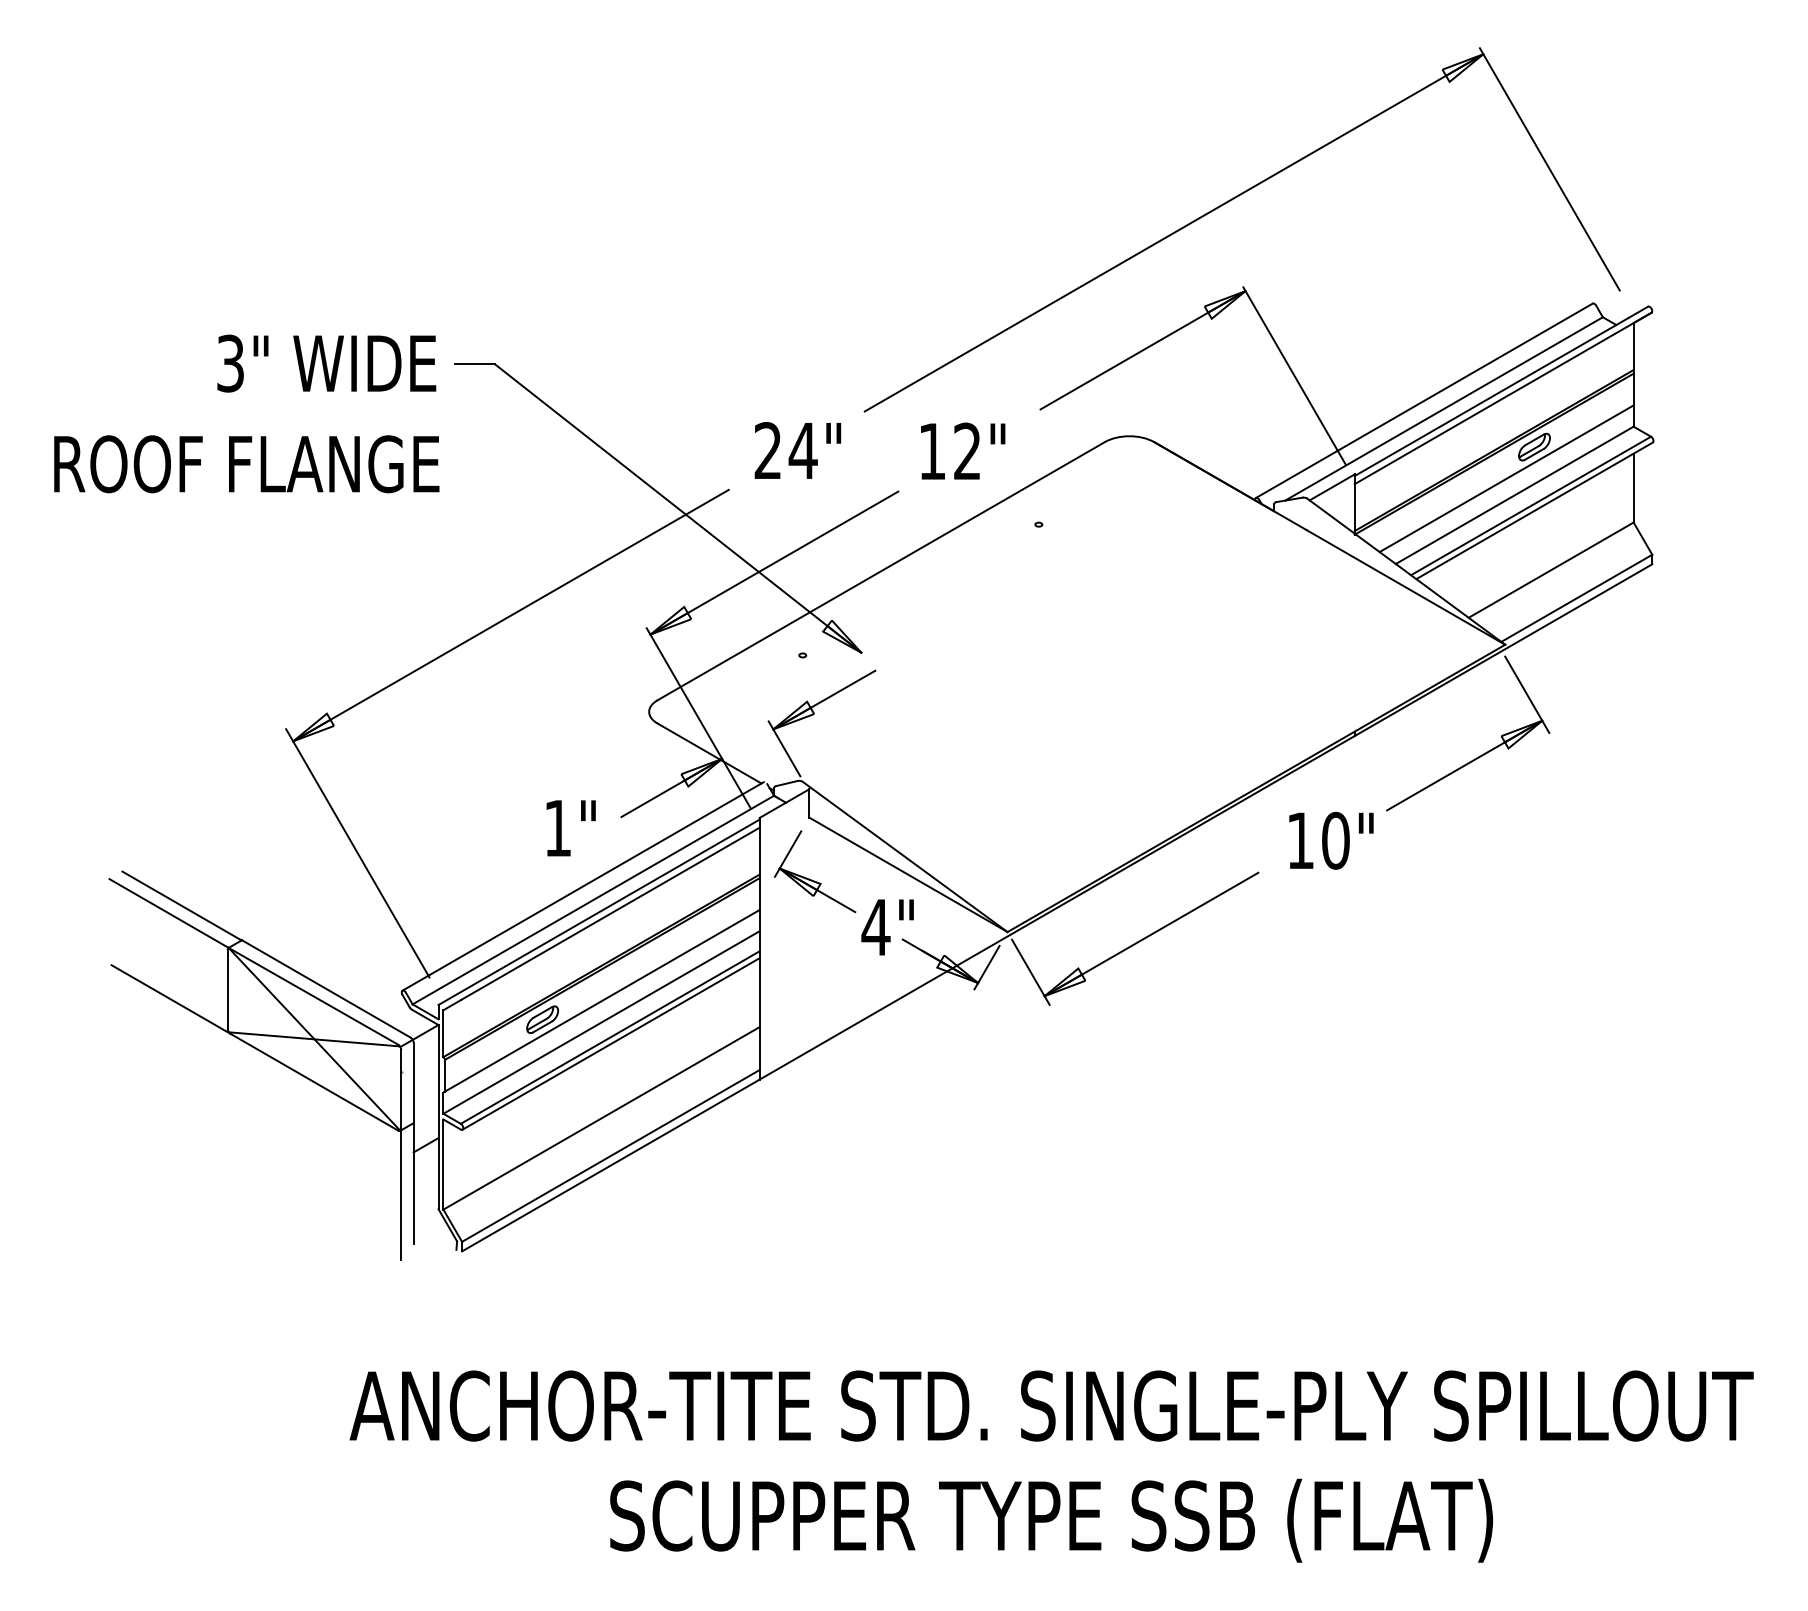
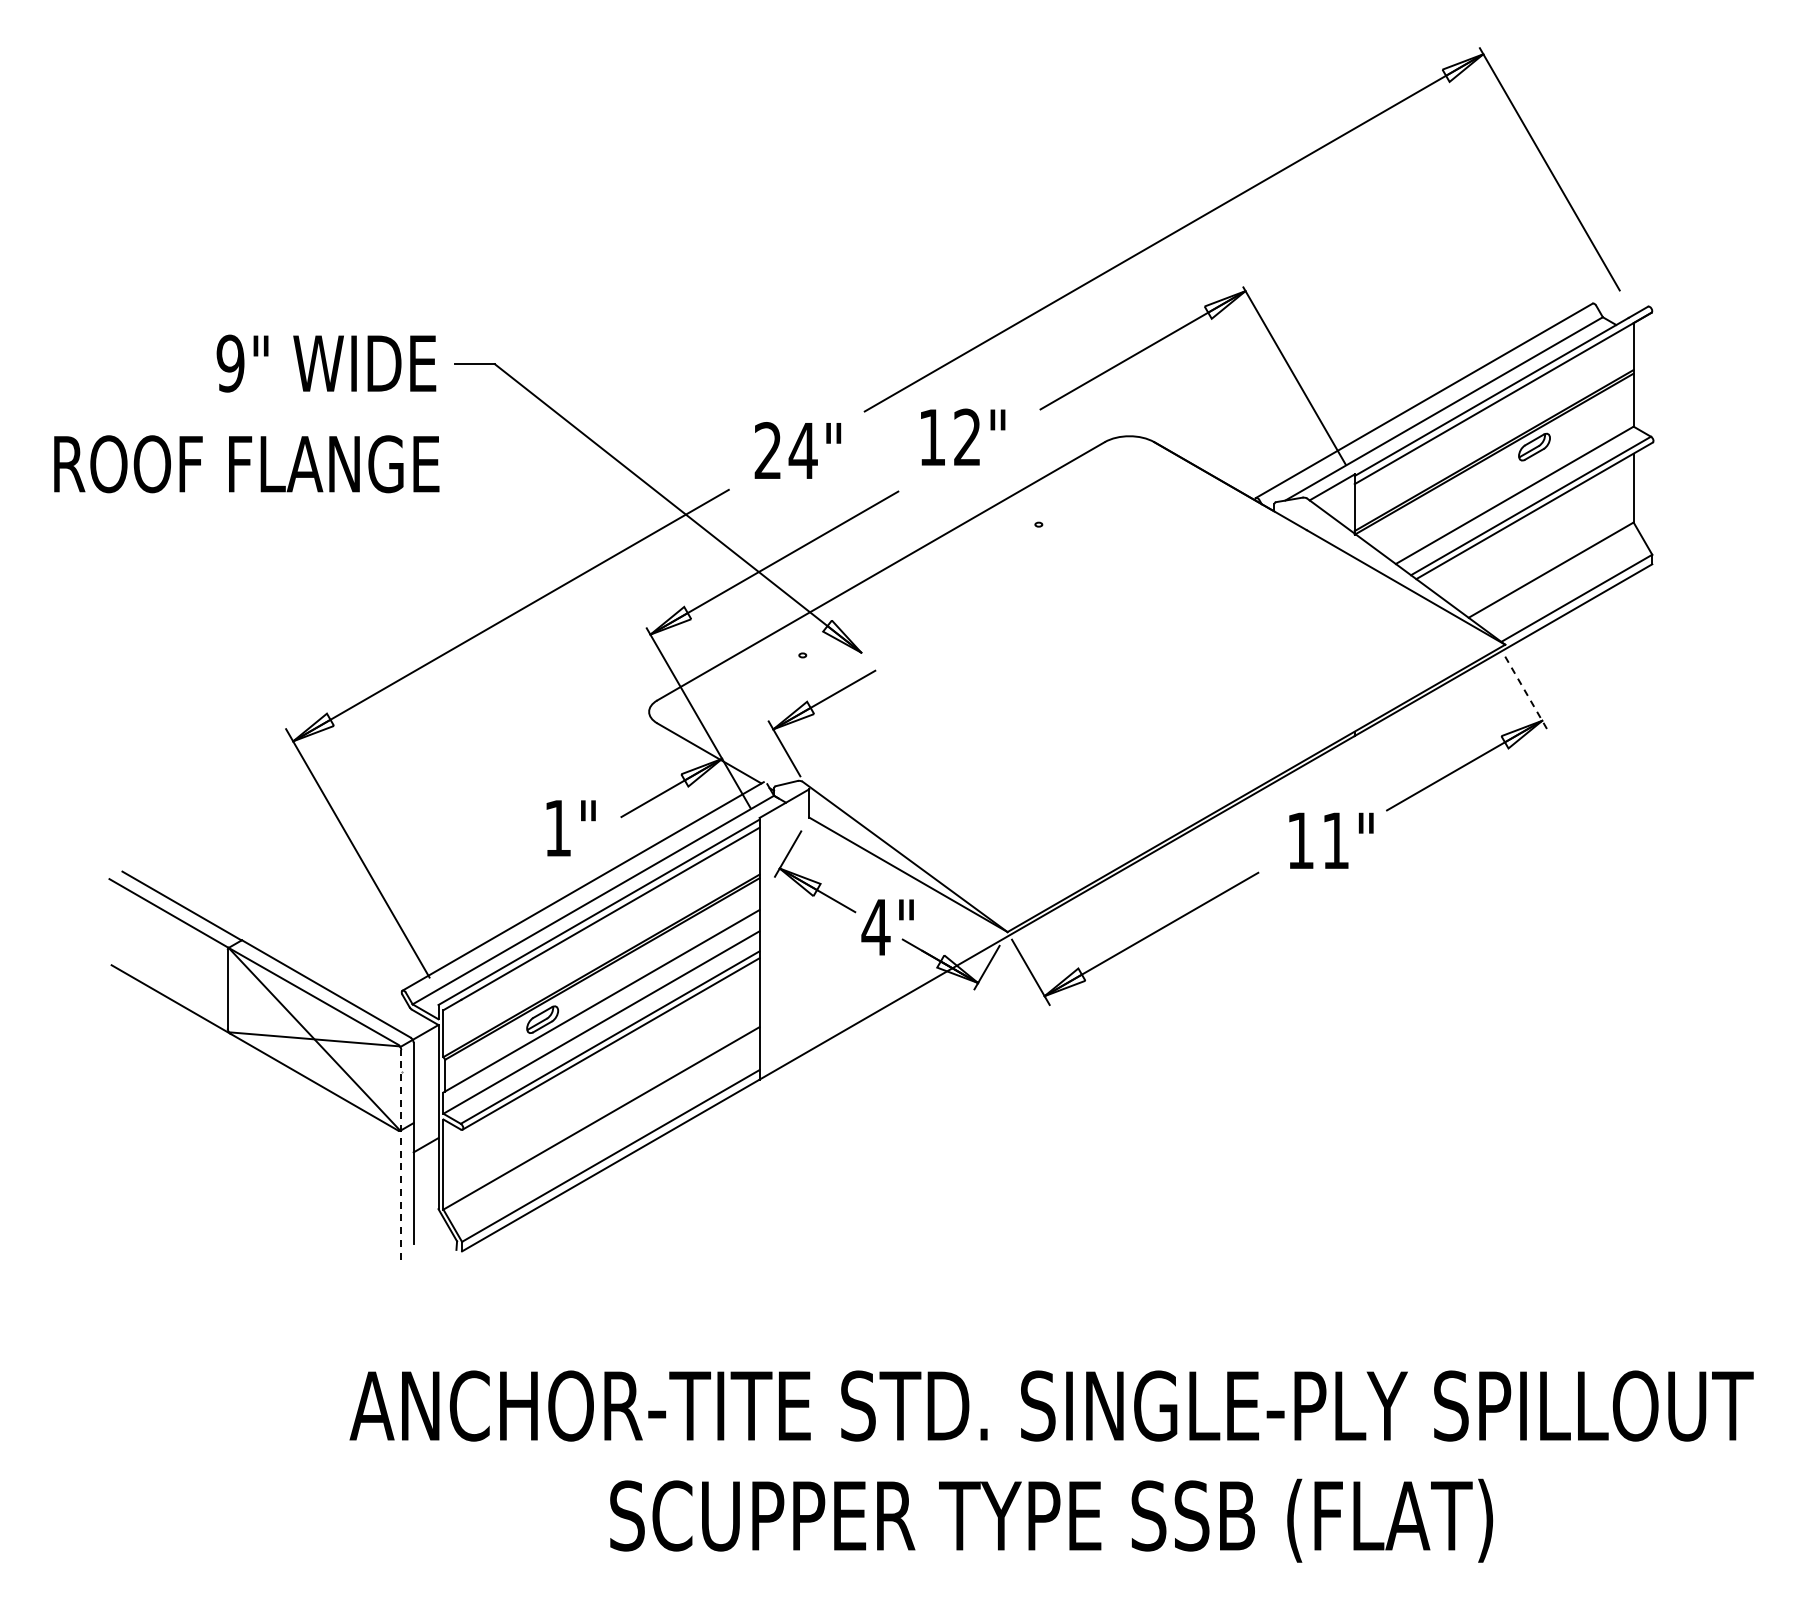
text at (230, 363): 3" -> 9"
text at (963, 450) position: (963, 450) -> (963, 436)
line at (1506, 478): present -> none
line at (1527, 695): solid -> dashed
text at (1335, 840): 10" -> 11"
line at (401, 1154): solid -> dashed
